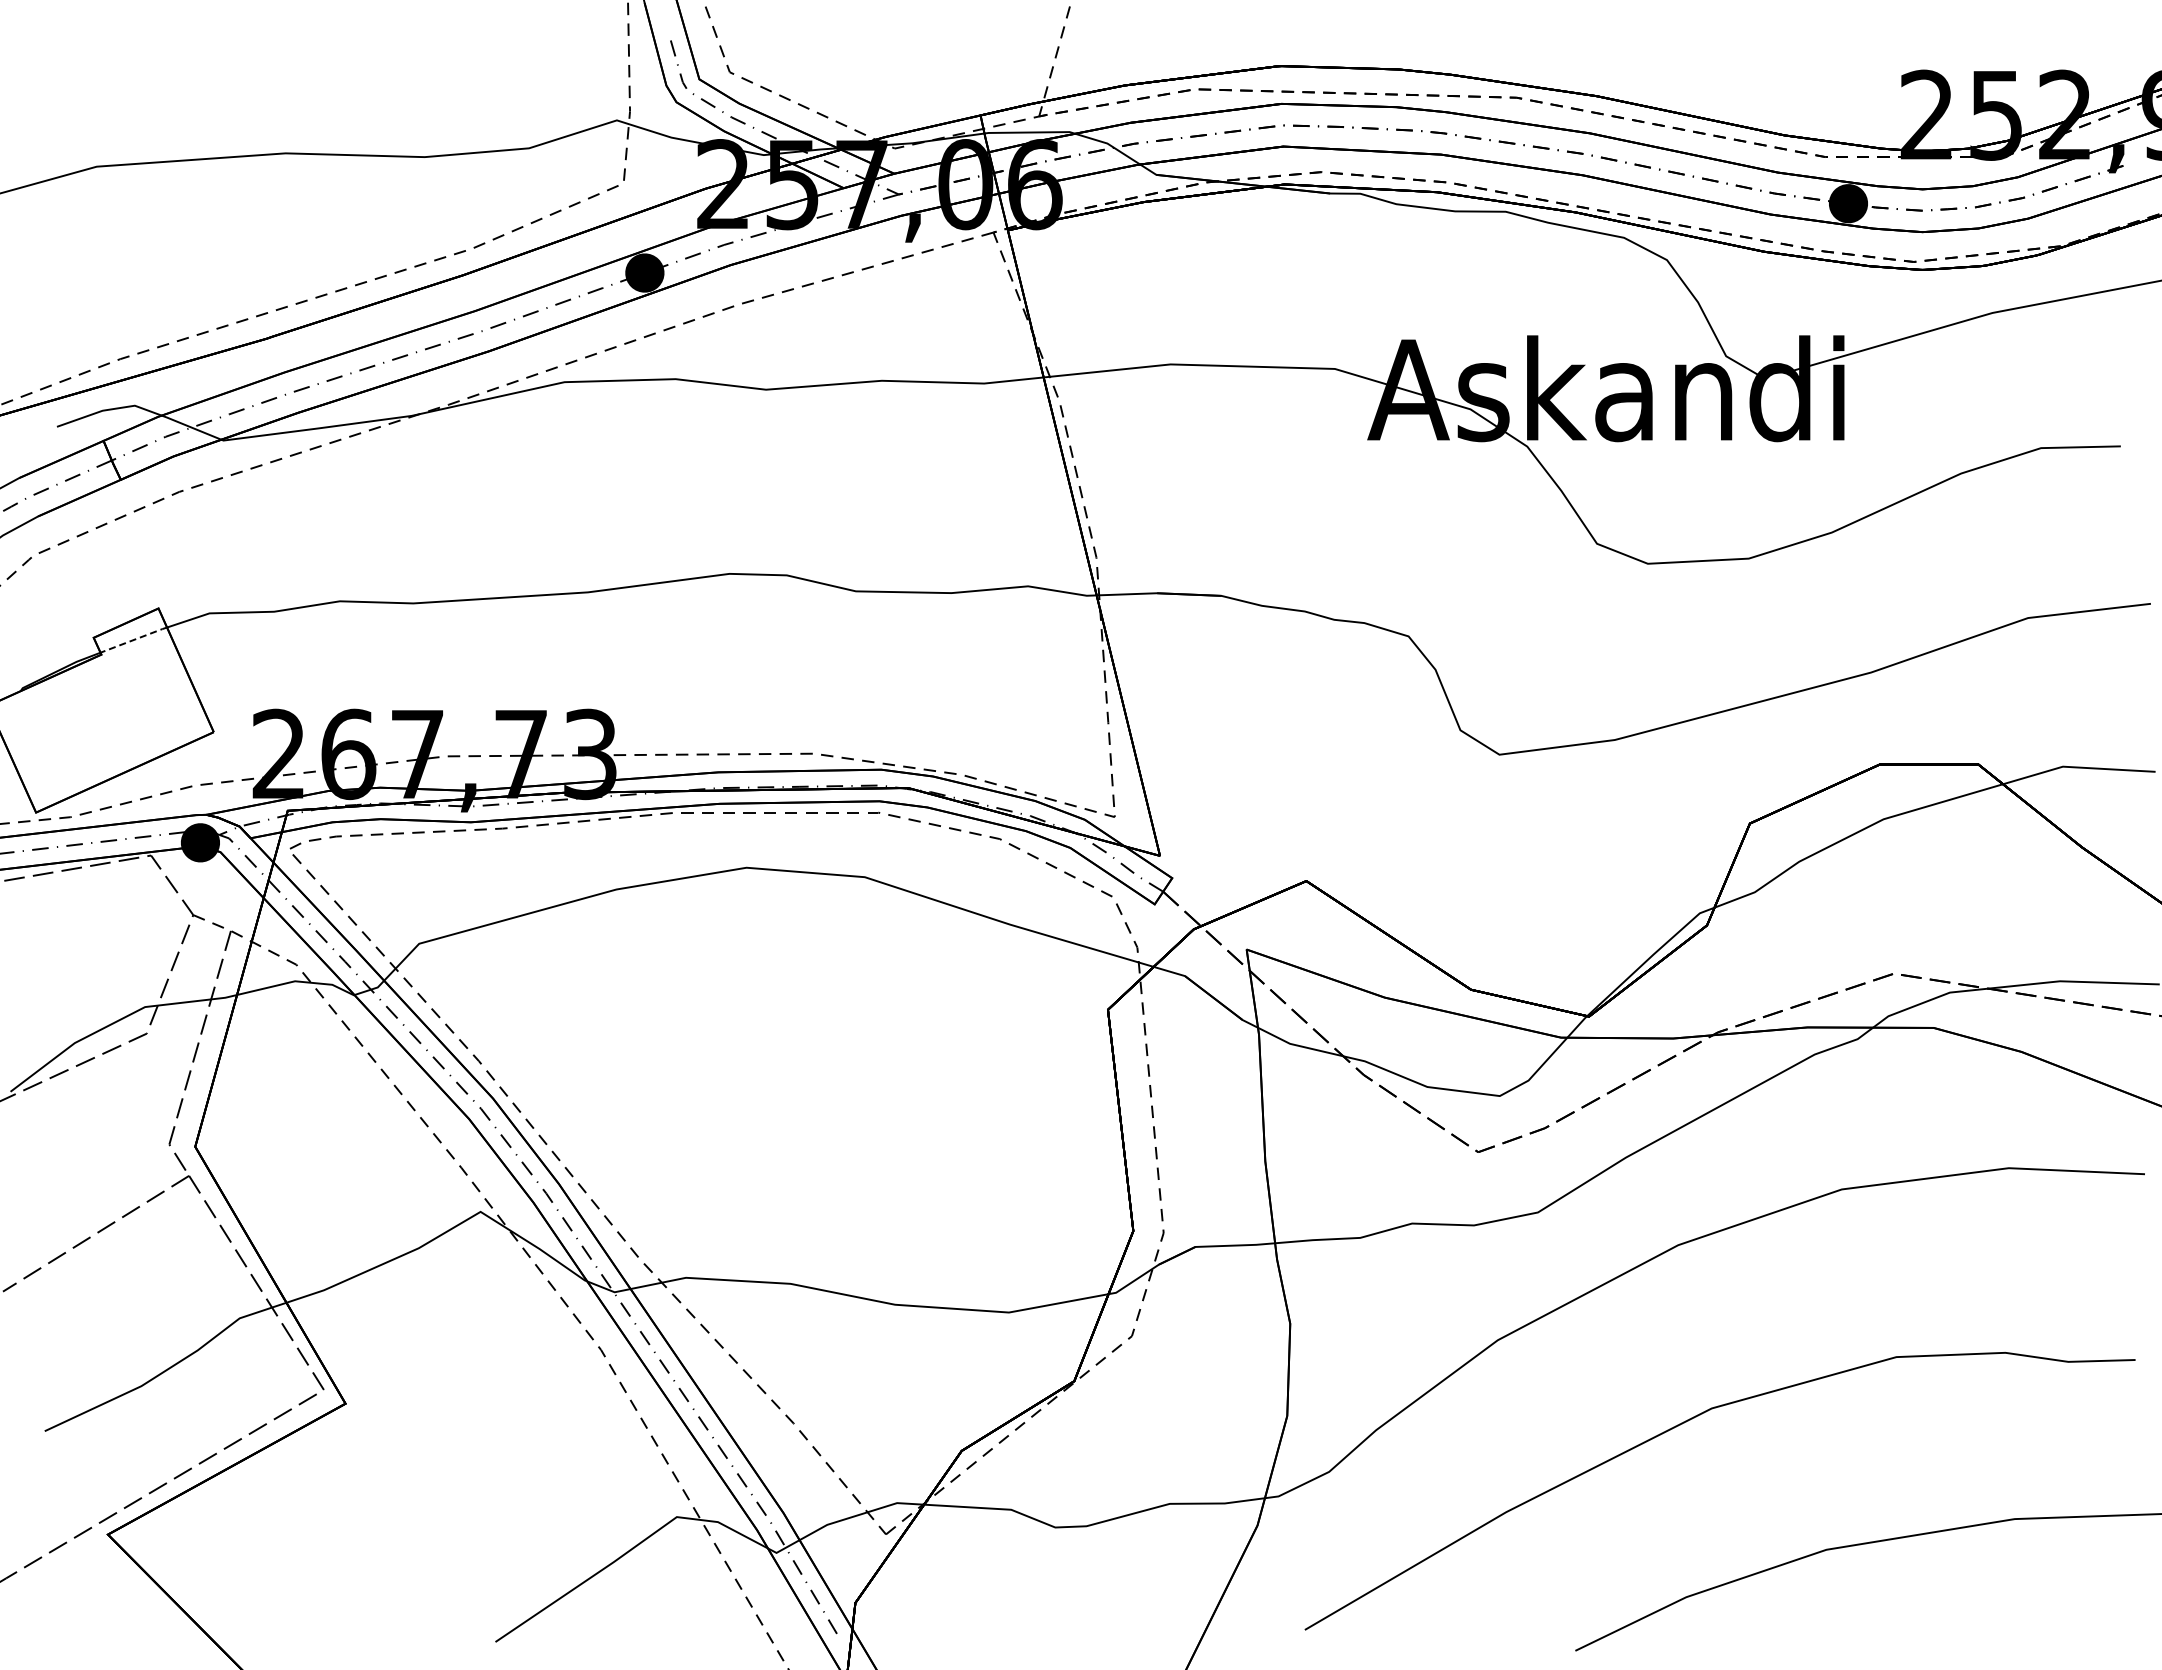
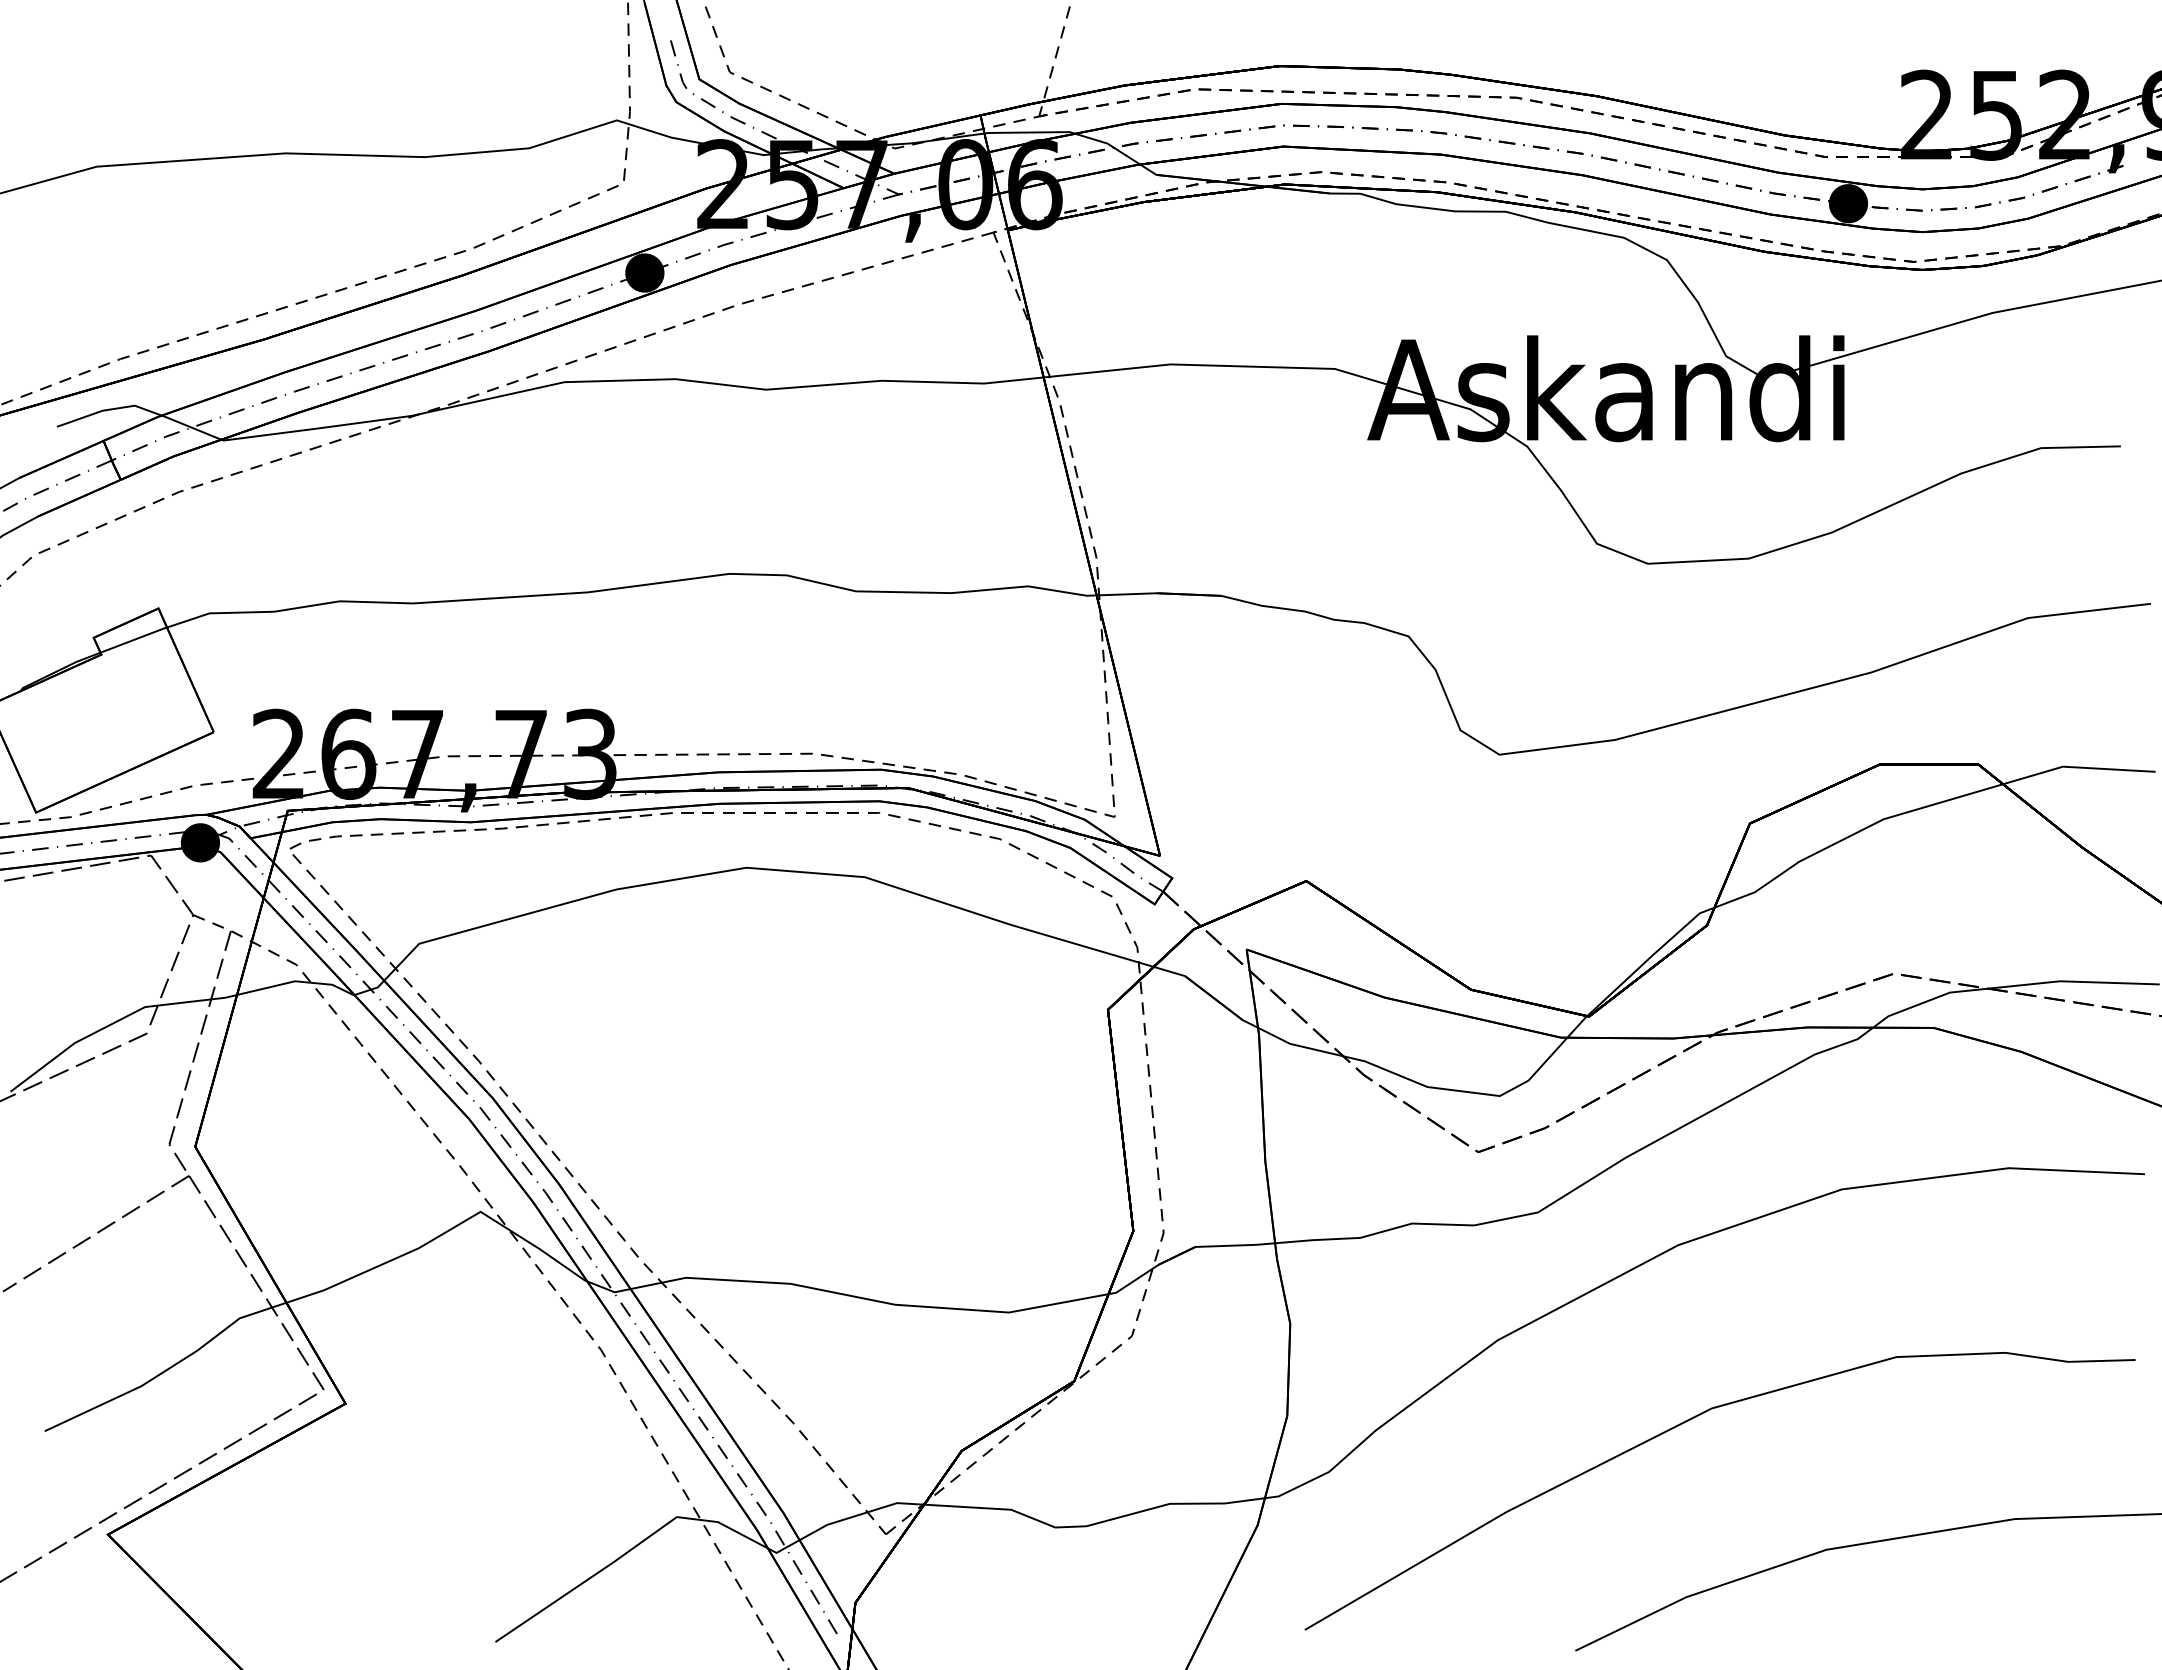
line at (133, 640): dashed -> solid
